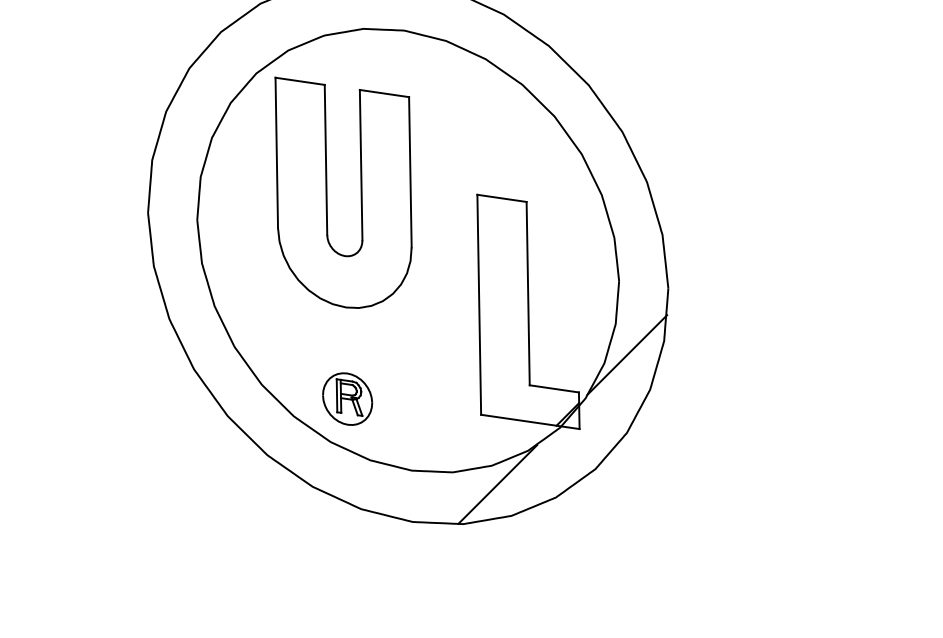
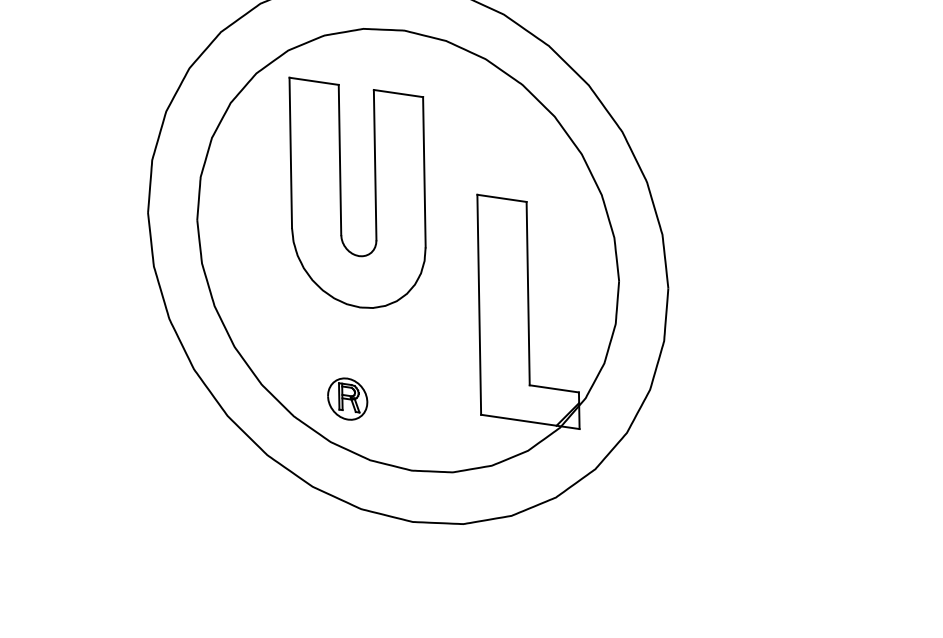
part at (327, 192) position: (327, 192) -> (341, 192)
line at (627, 354): present -> none
part at (347, 398) size: 52x54 px -> 42x44 px
line at (497, 484): present -> none
